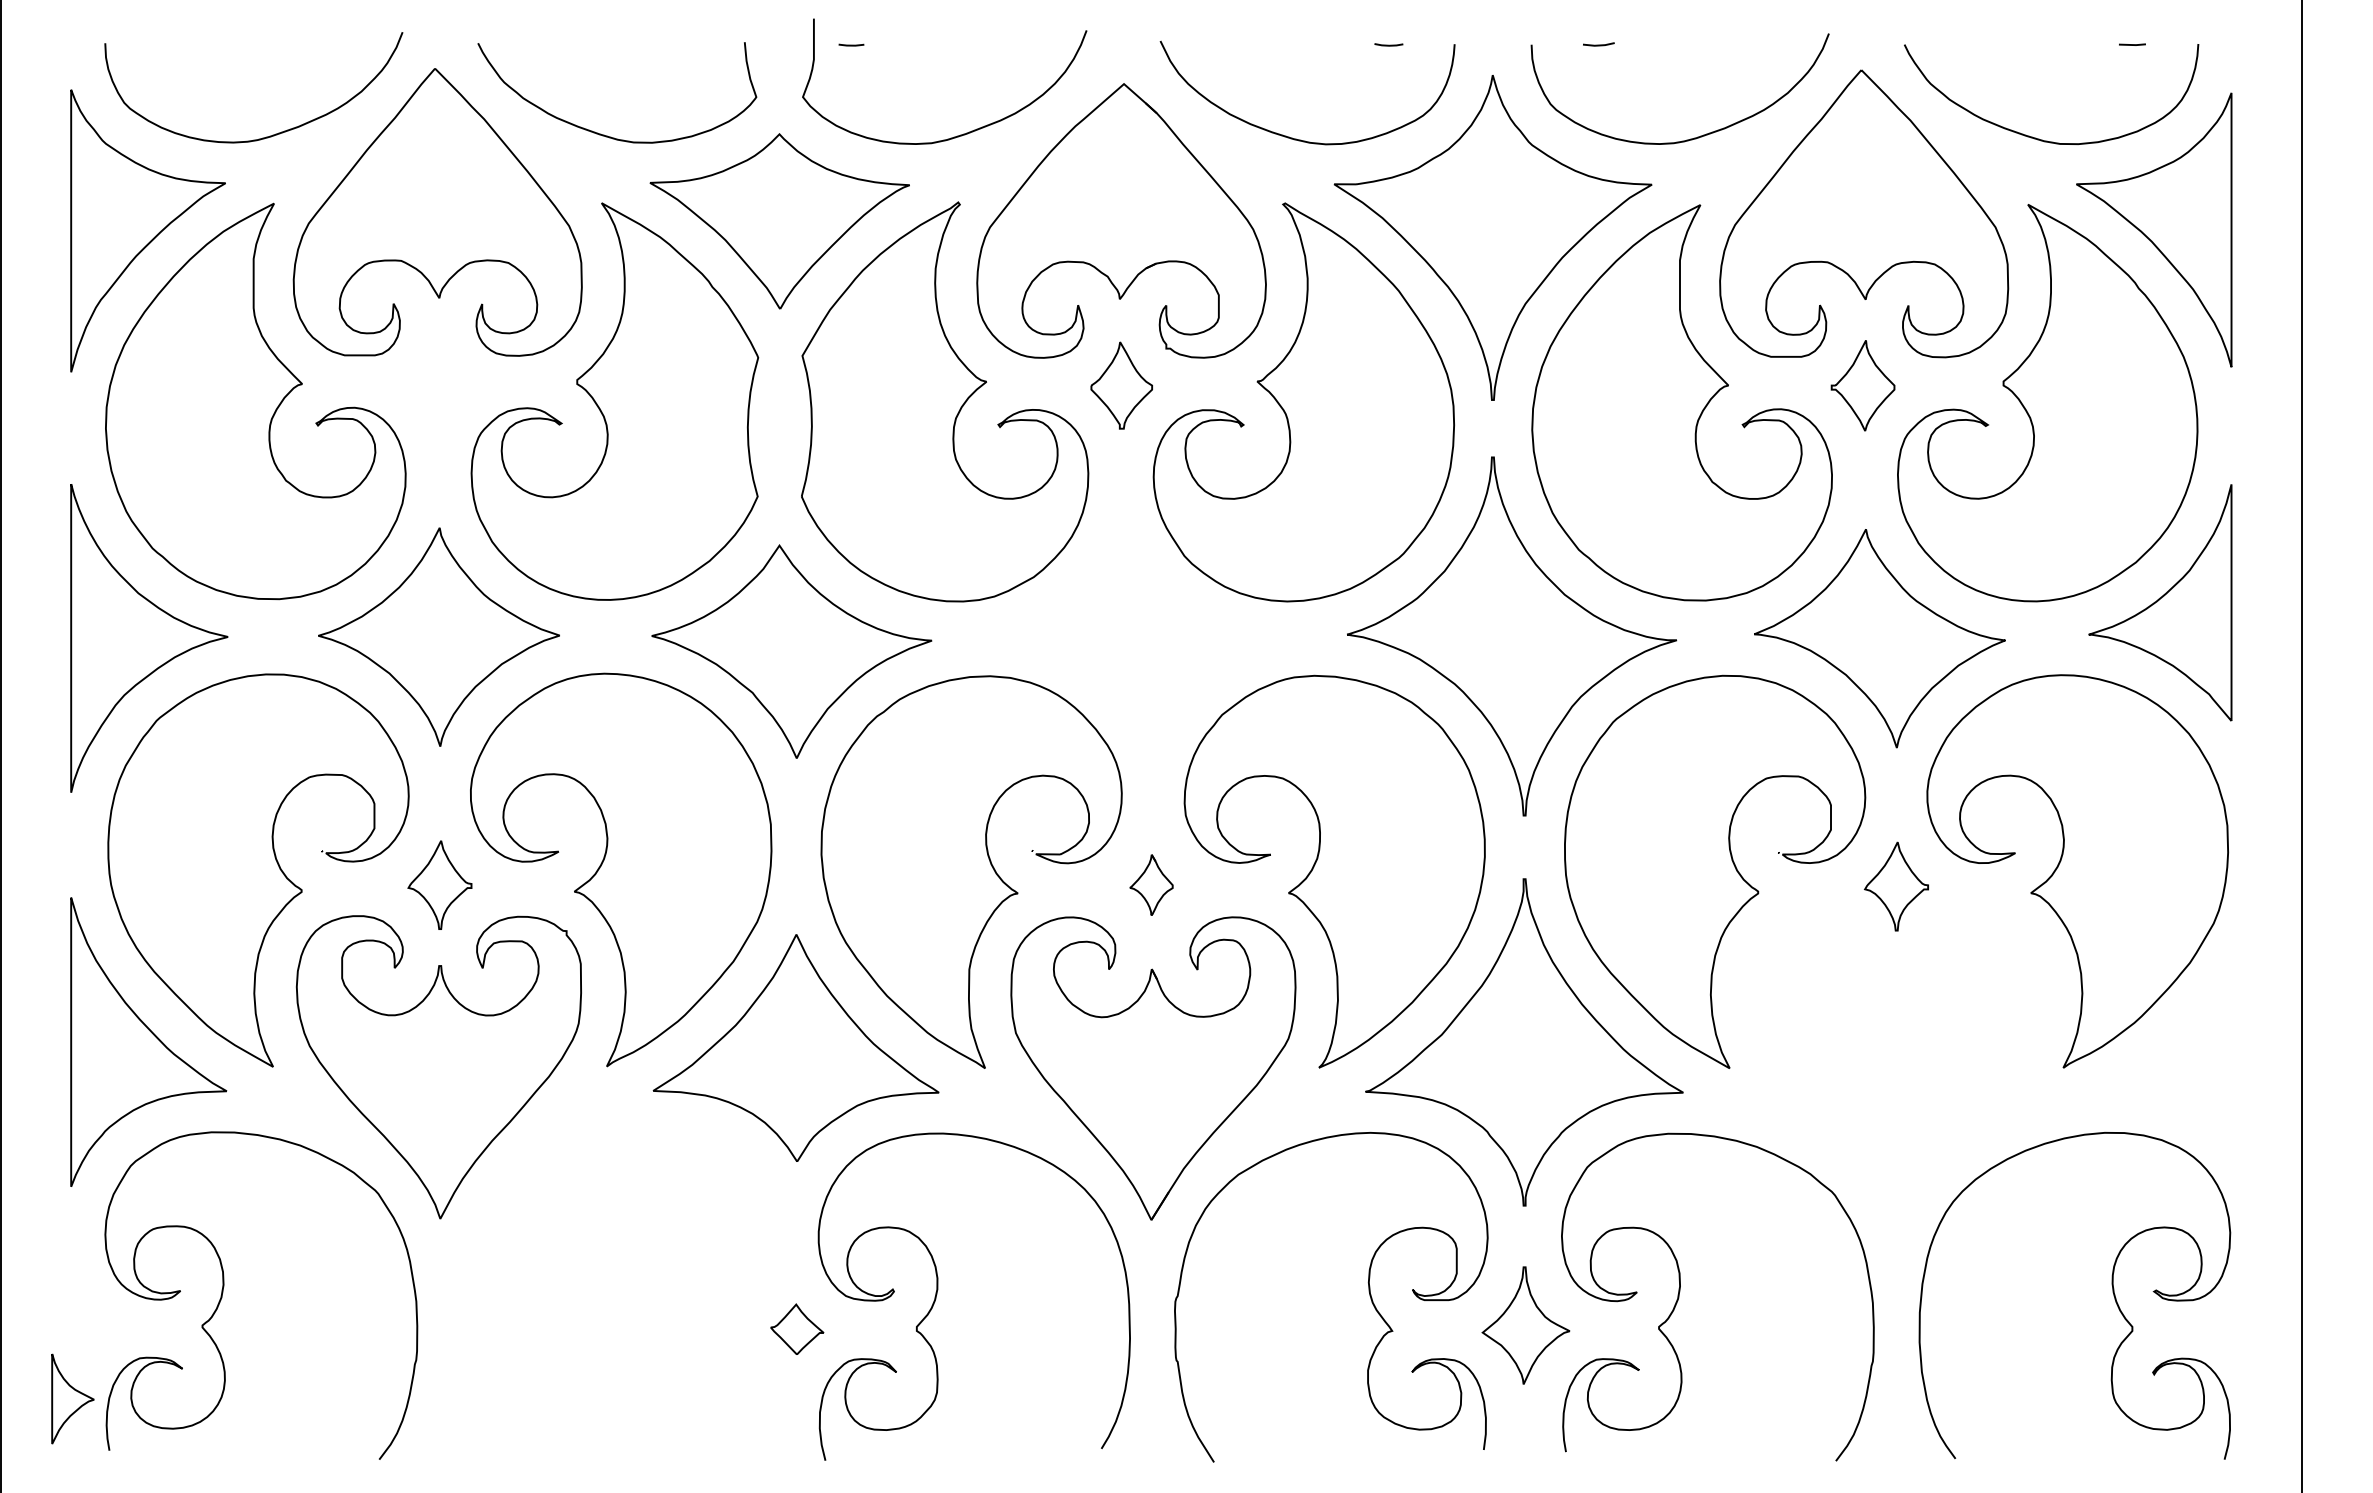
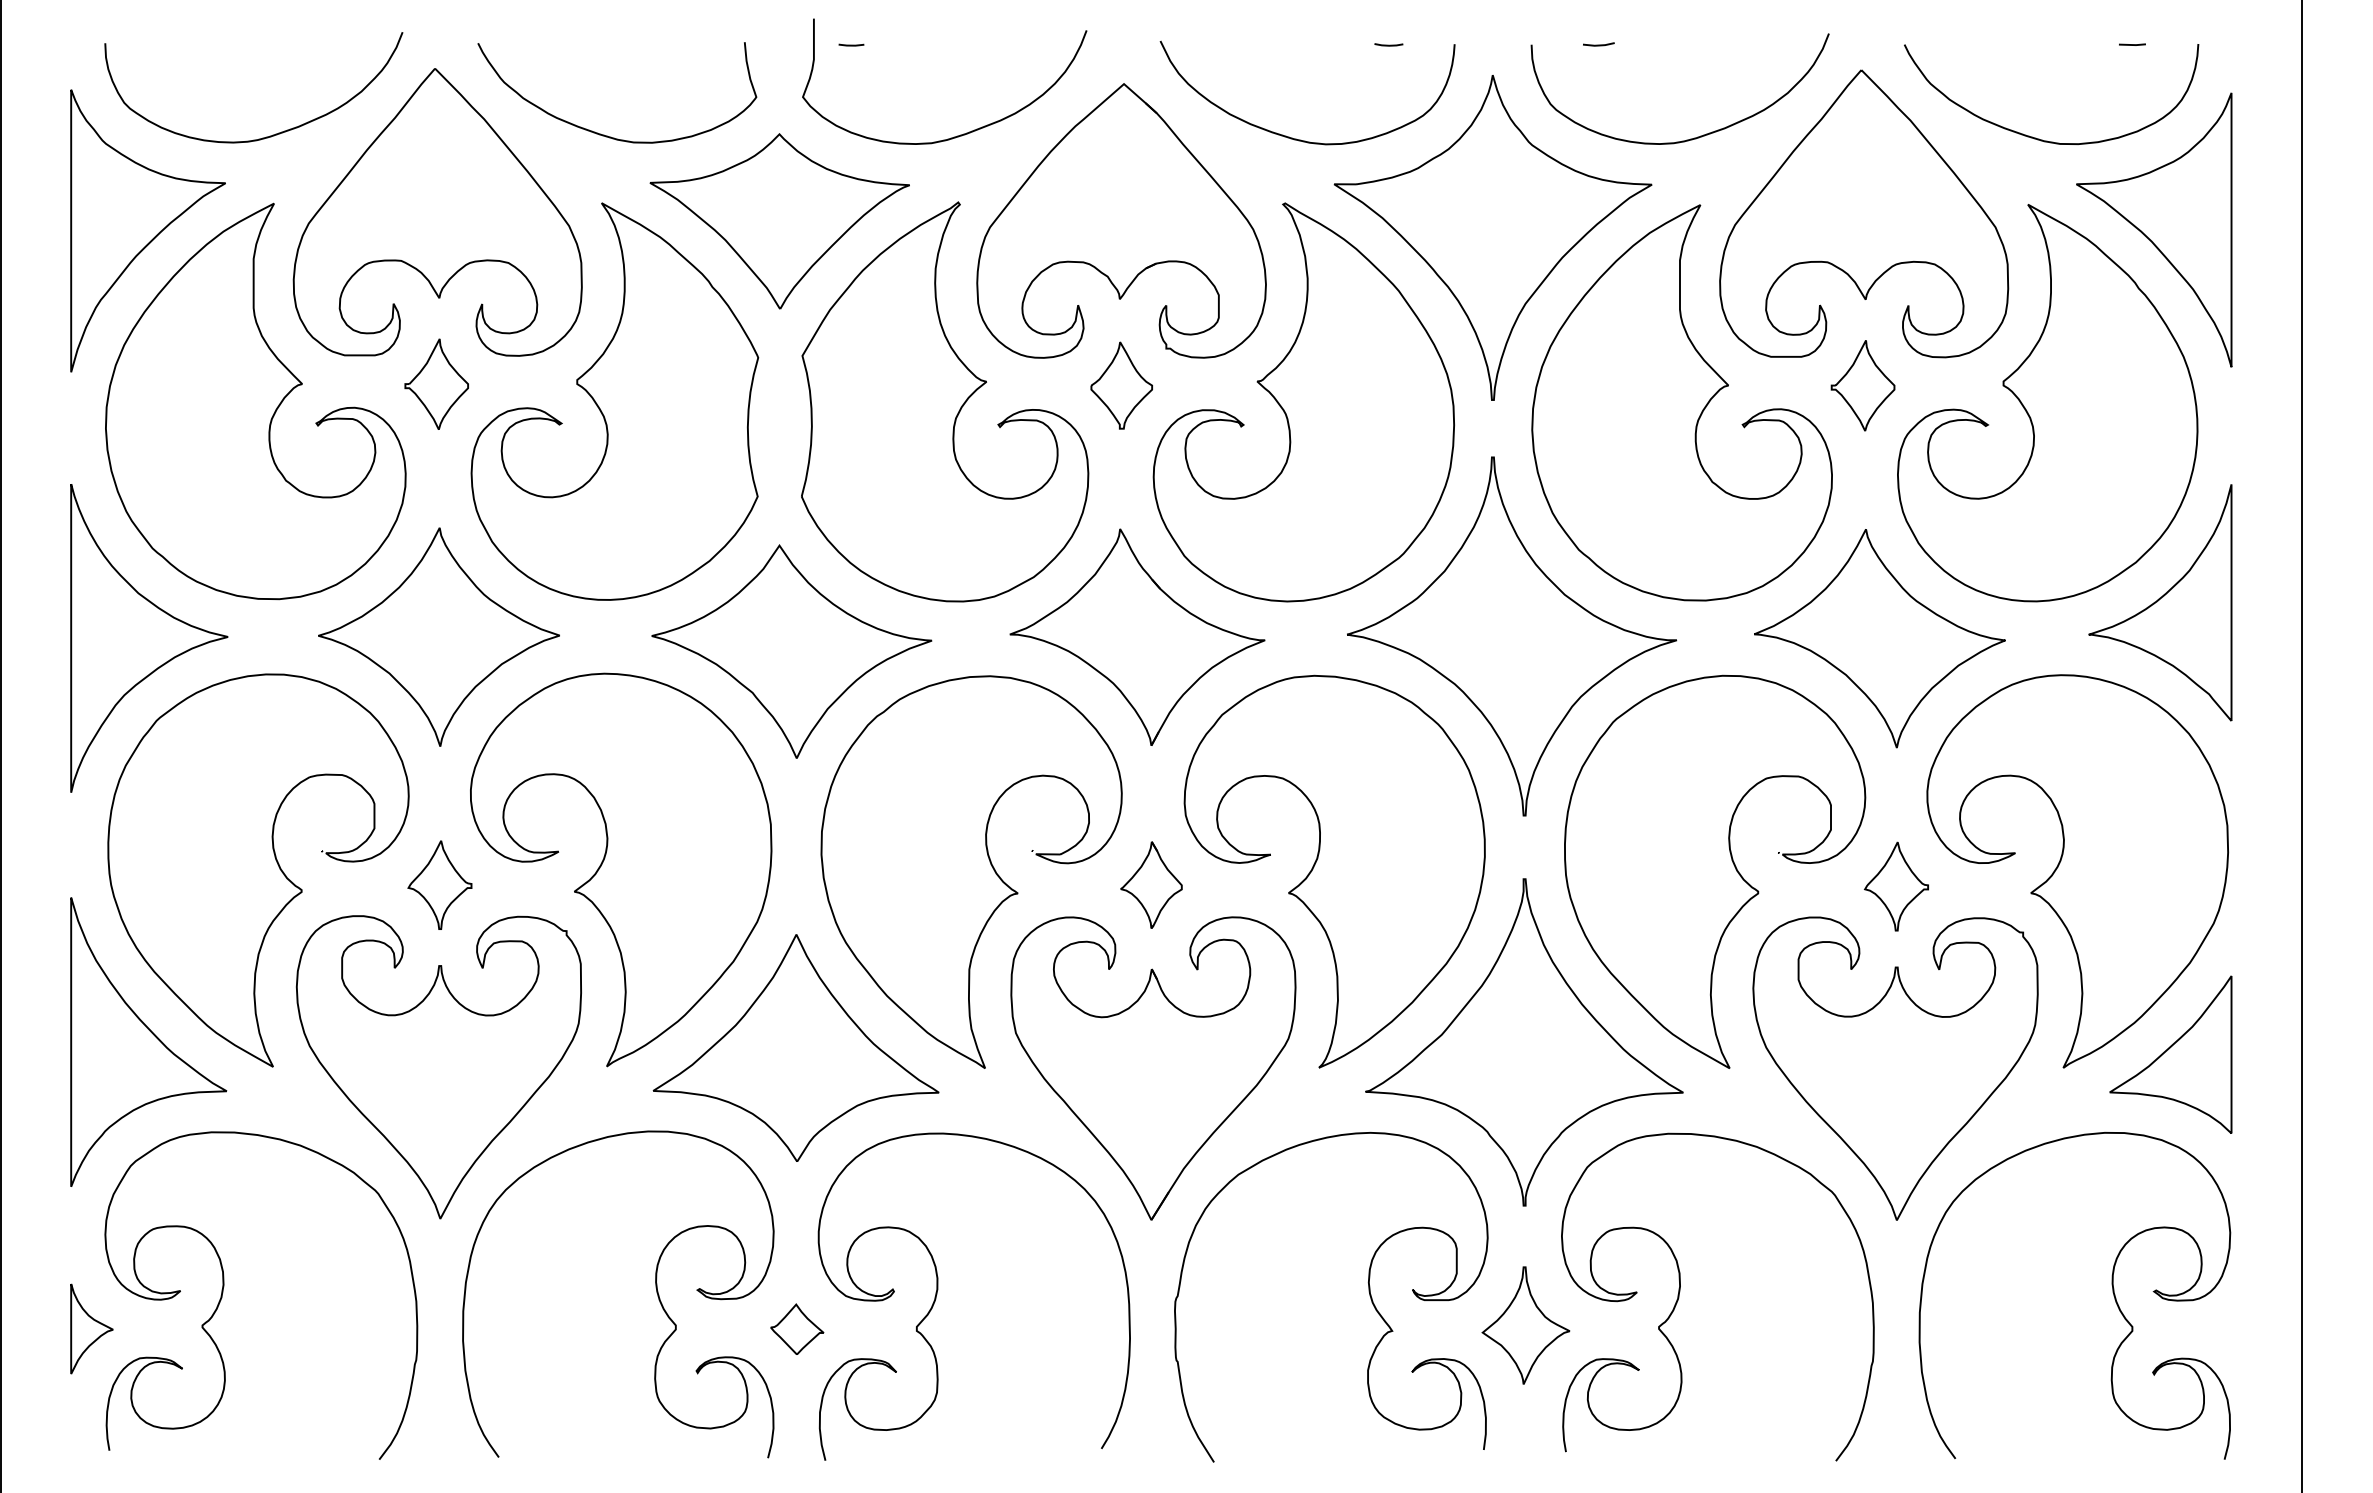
part at (436, 383): none -> present
part at (1137, 636): none -> present
part at (1151, 884) size: 45x62 px -> 63x88 px
part at (2170, 1054): none -> present
part at (1895, 1068): none -> present
curve at (655, 1287): none -> present
part at (72, 1398) position: (72, 1398) -> (91, 1328)
